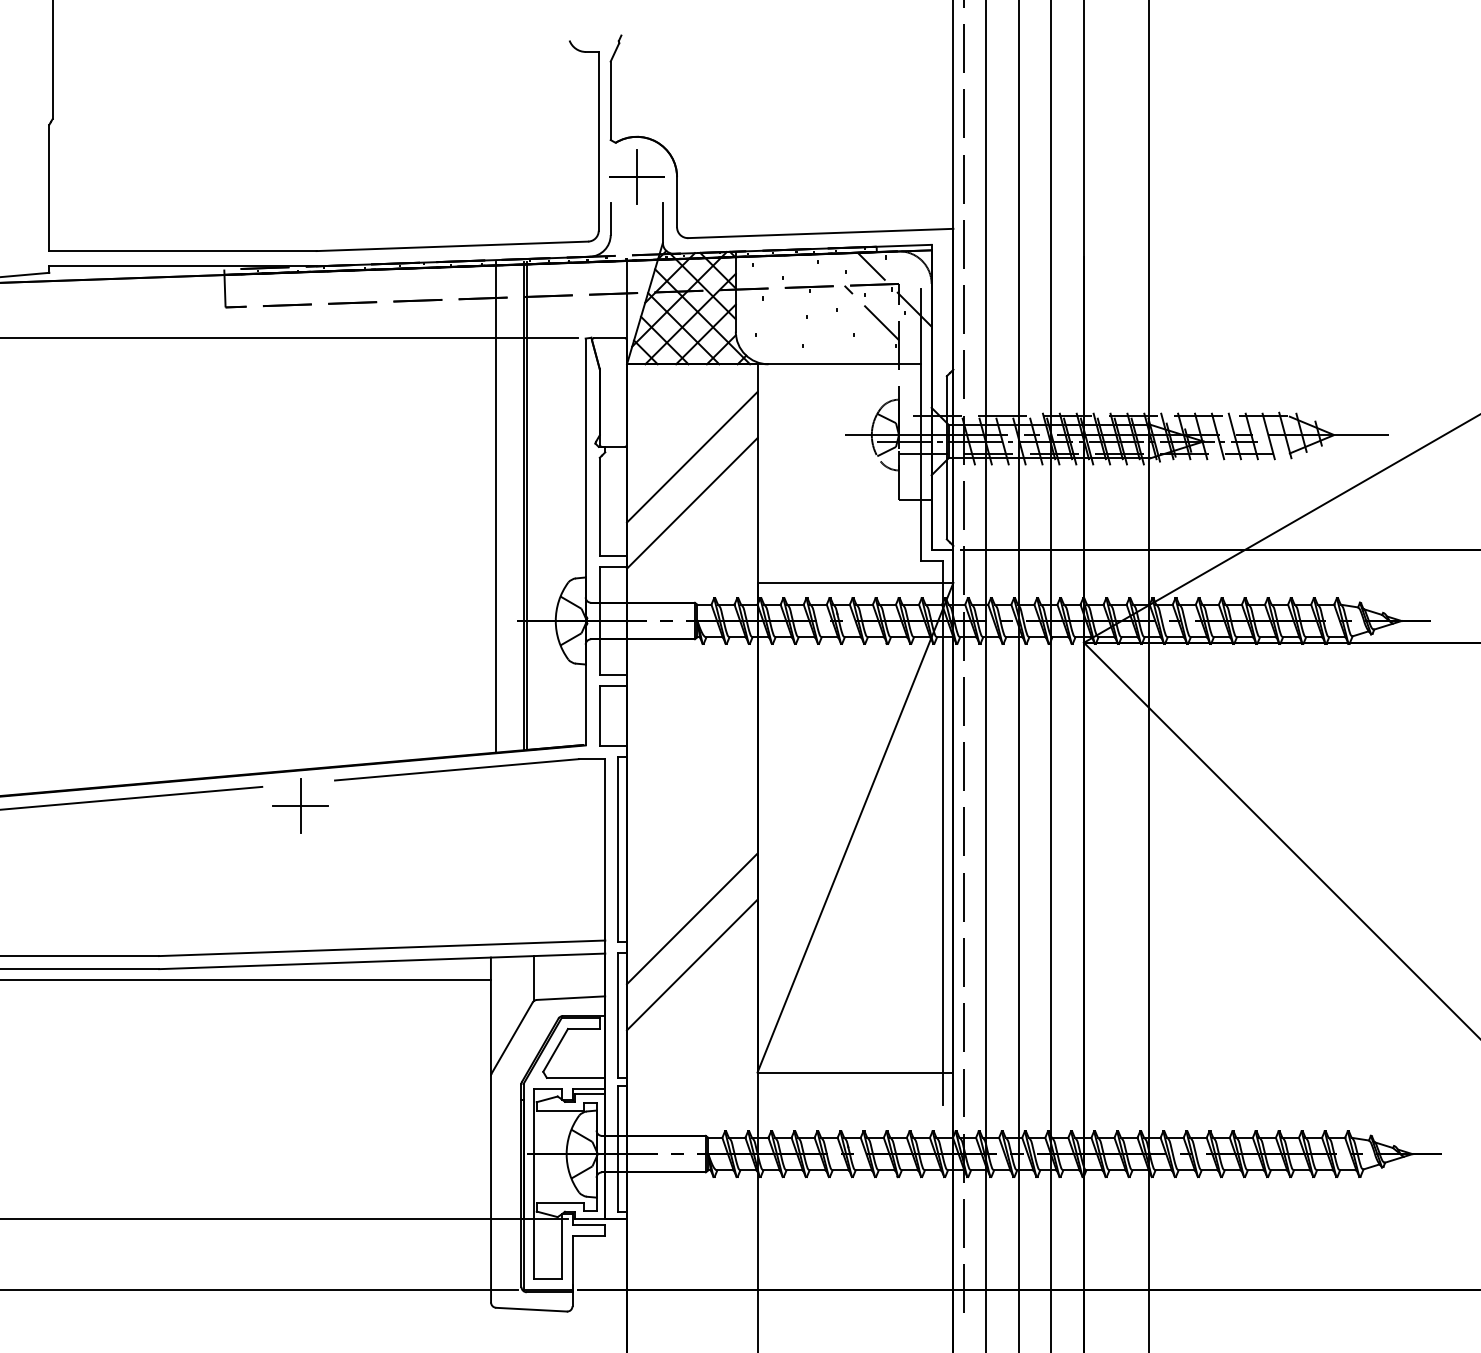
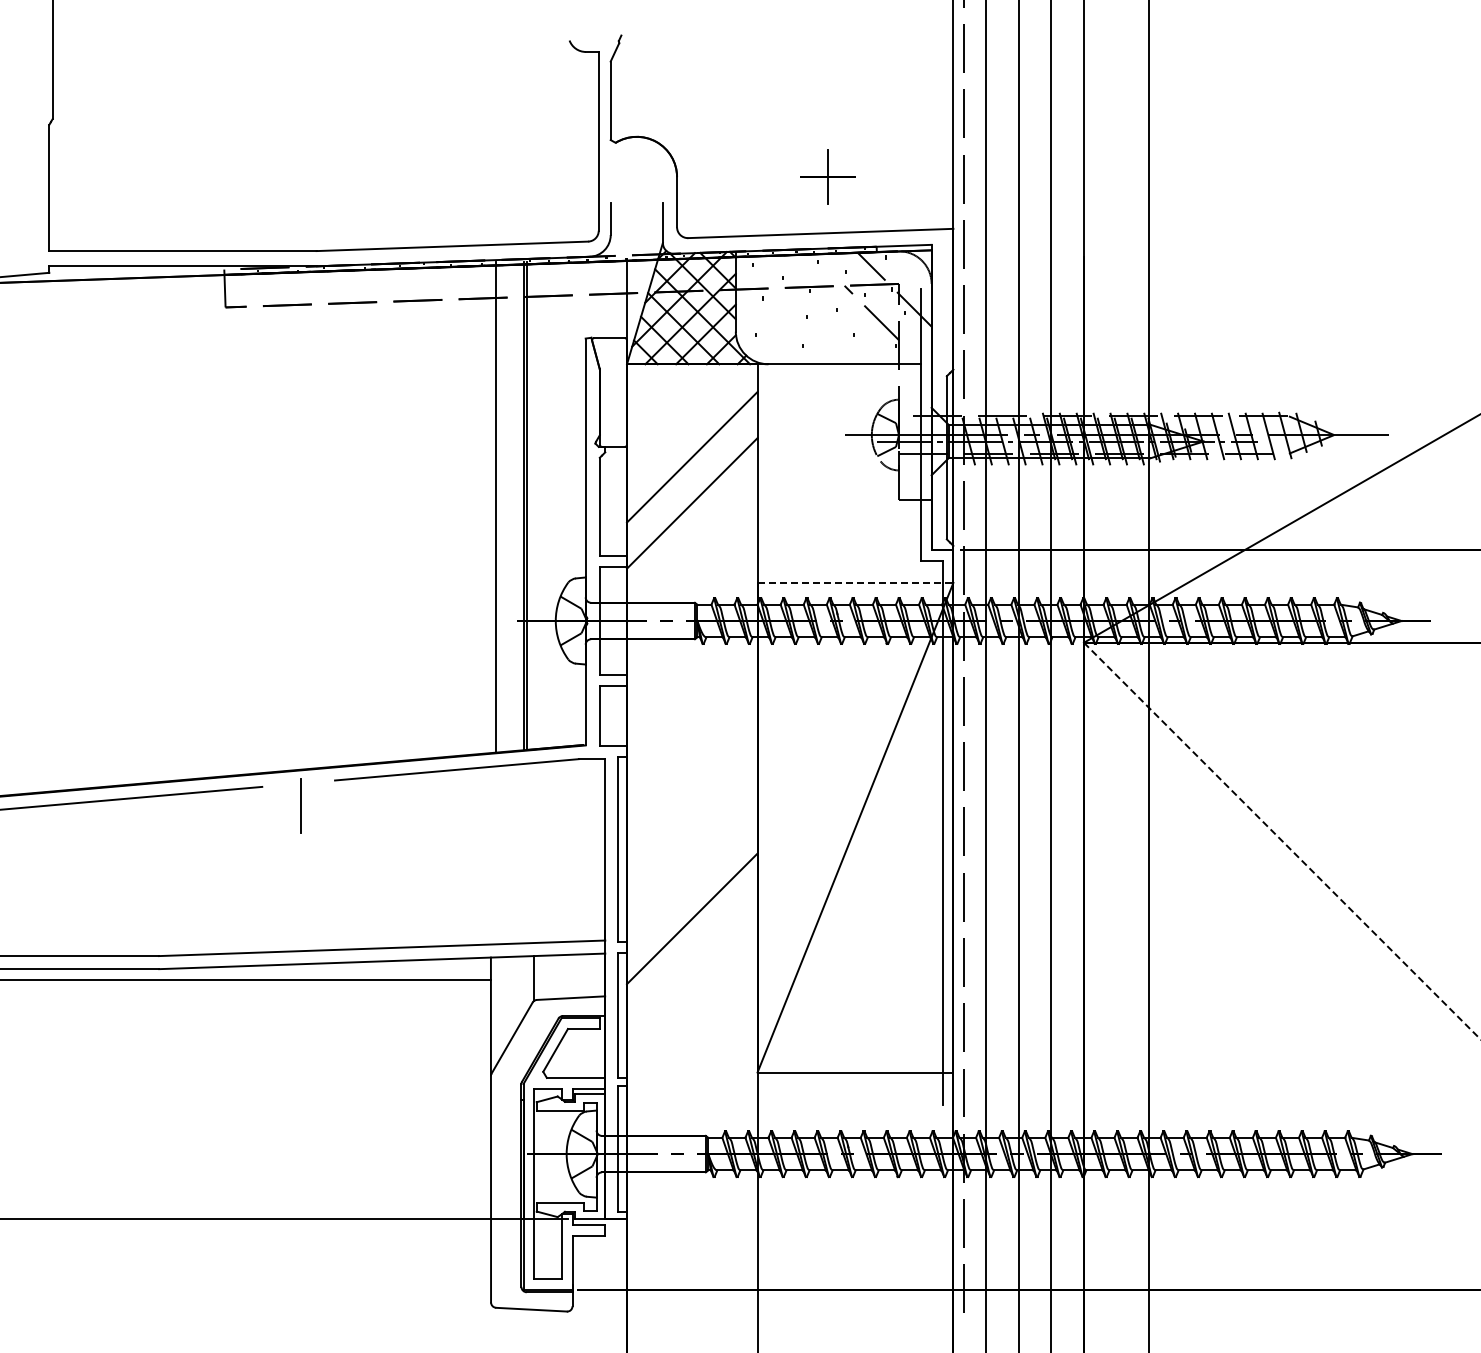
part at (636, 176) position: (636, 176) -> (827, 176)
line at (290, 338): present -> none
line at (855, 582): solid -> dashed
line at (300, 805): present -> none
line at (1282, 841): solid -> dashed
line at (692, 964): present -> none
line at (260, 1290): present -> none
